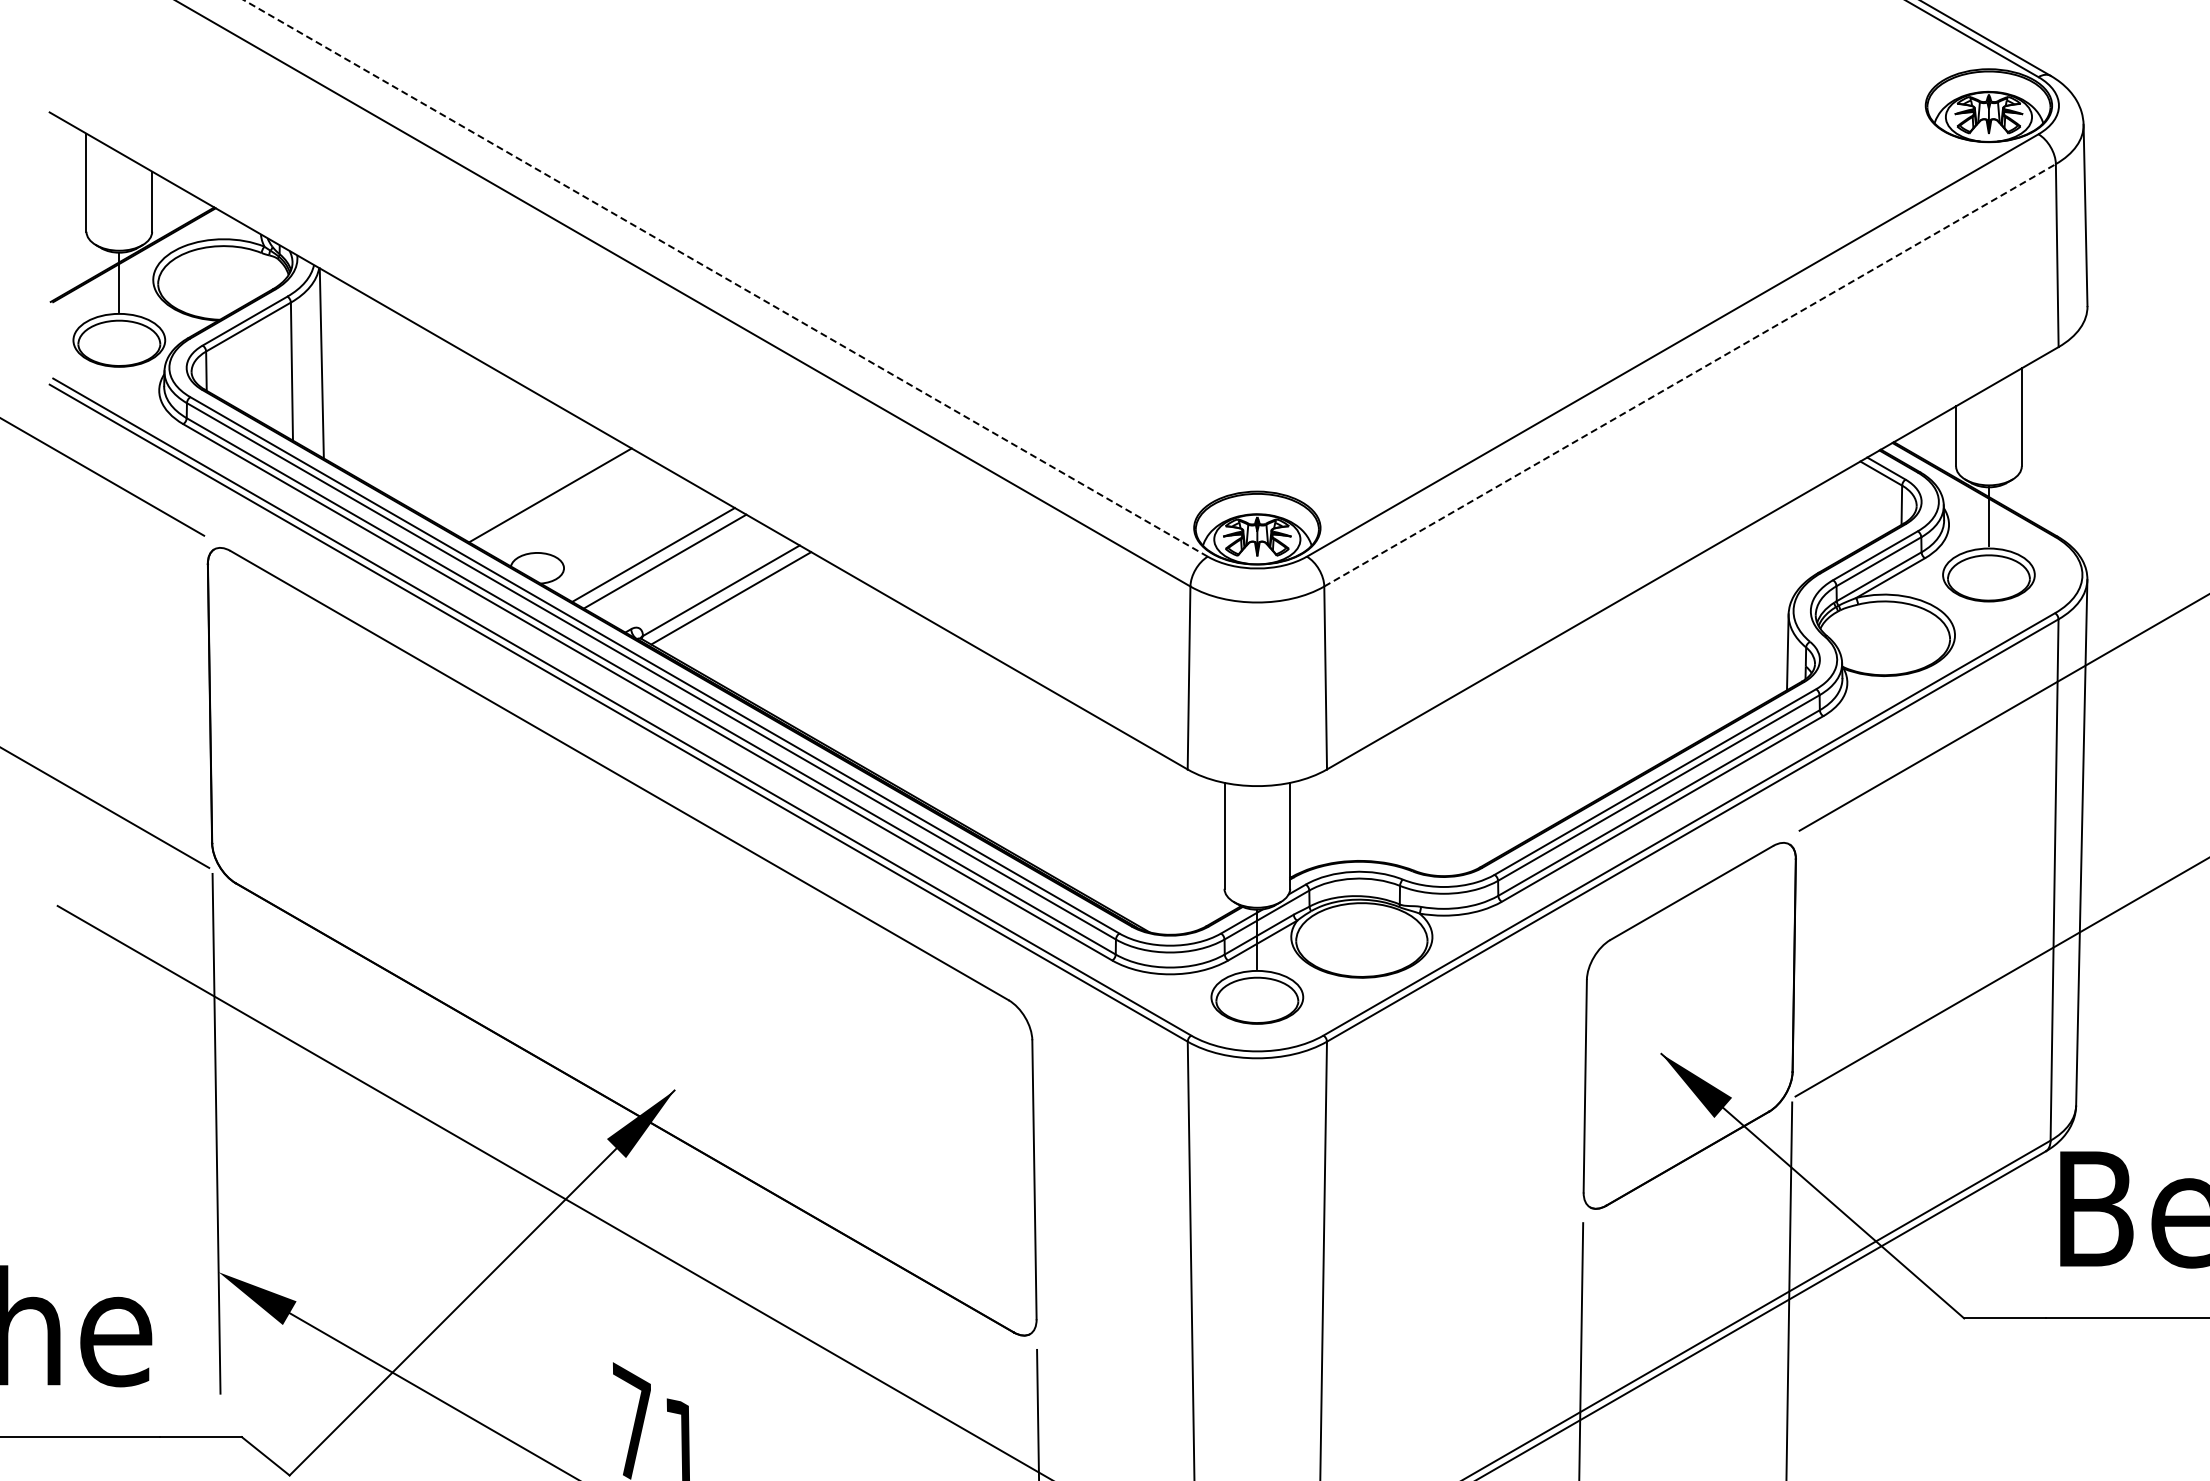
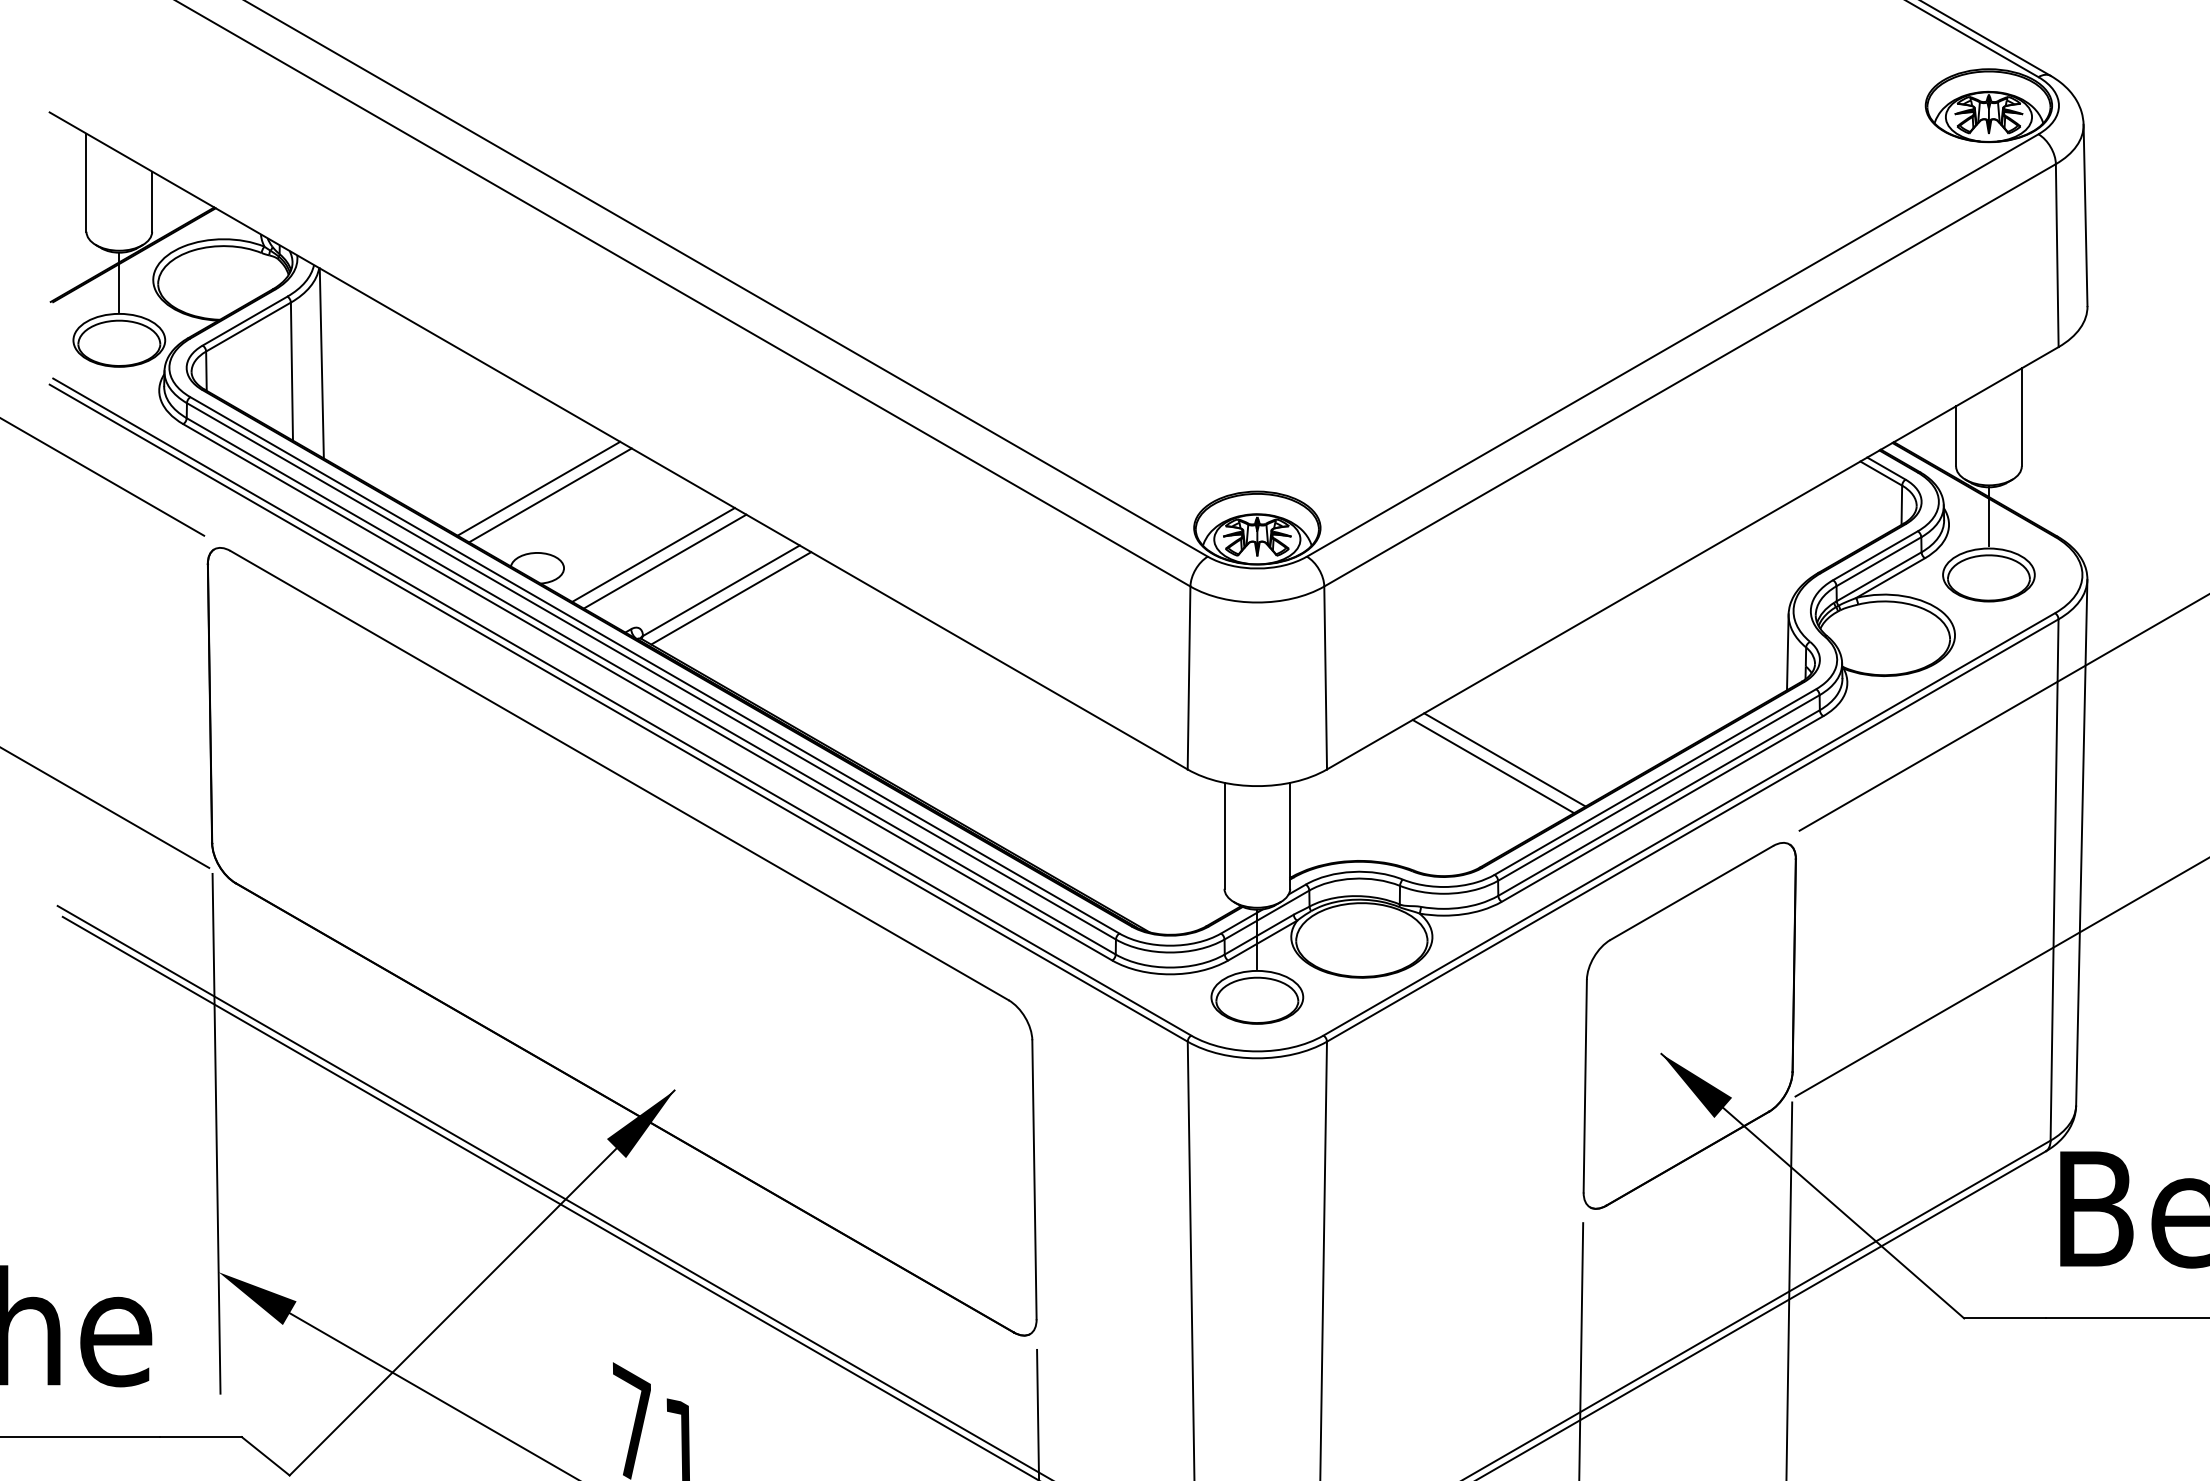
line at (725, 278): dashed -> solid
line at (1690, 375): dashed -> solid
line at (538, 488): none -> present
line at (1504, 759): none -> present
line at (1493, 766): none -> present
line at (548, 1196): none -> present
